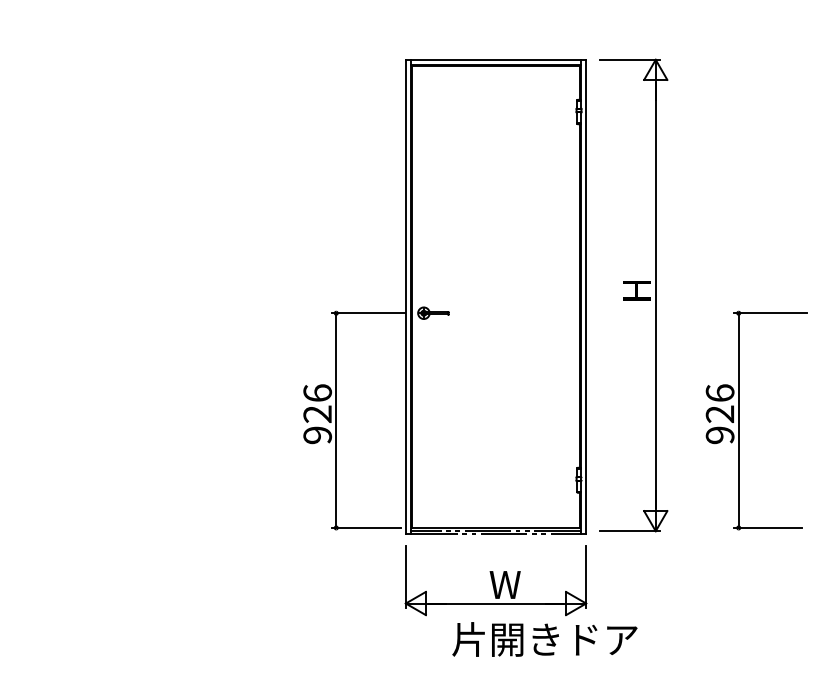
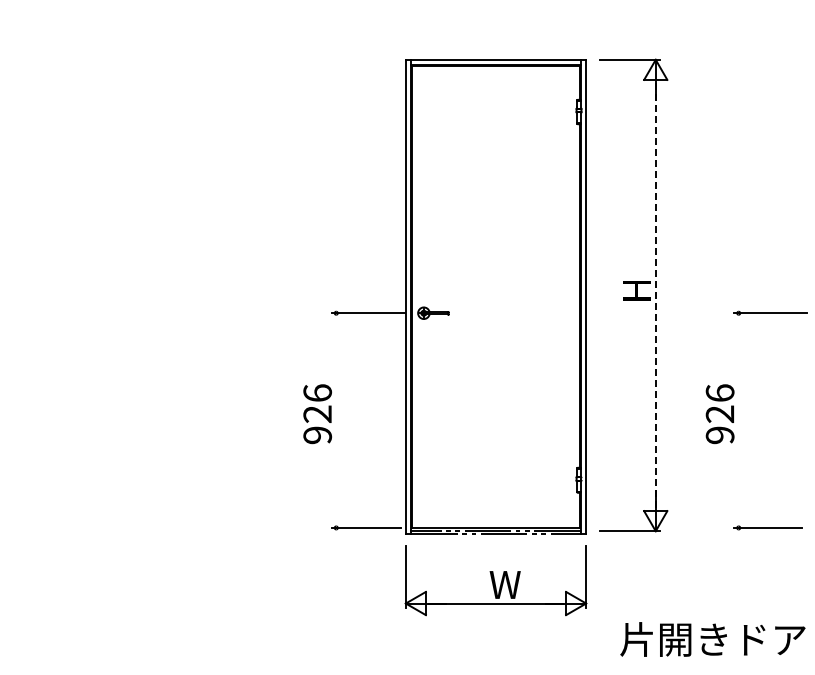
line at (655, 296): solid -> dashed
line at (336, 420): present -> none
line at (738, 420): present -> none
text at (544, 639) position: (544, 639) -> (712, 639)
